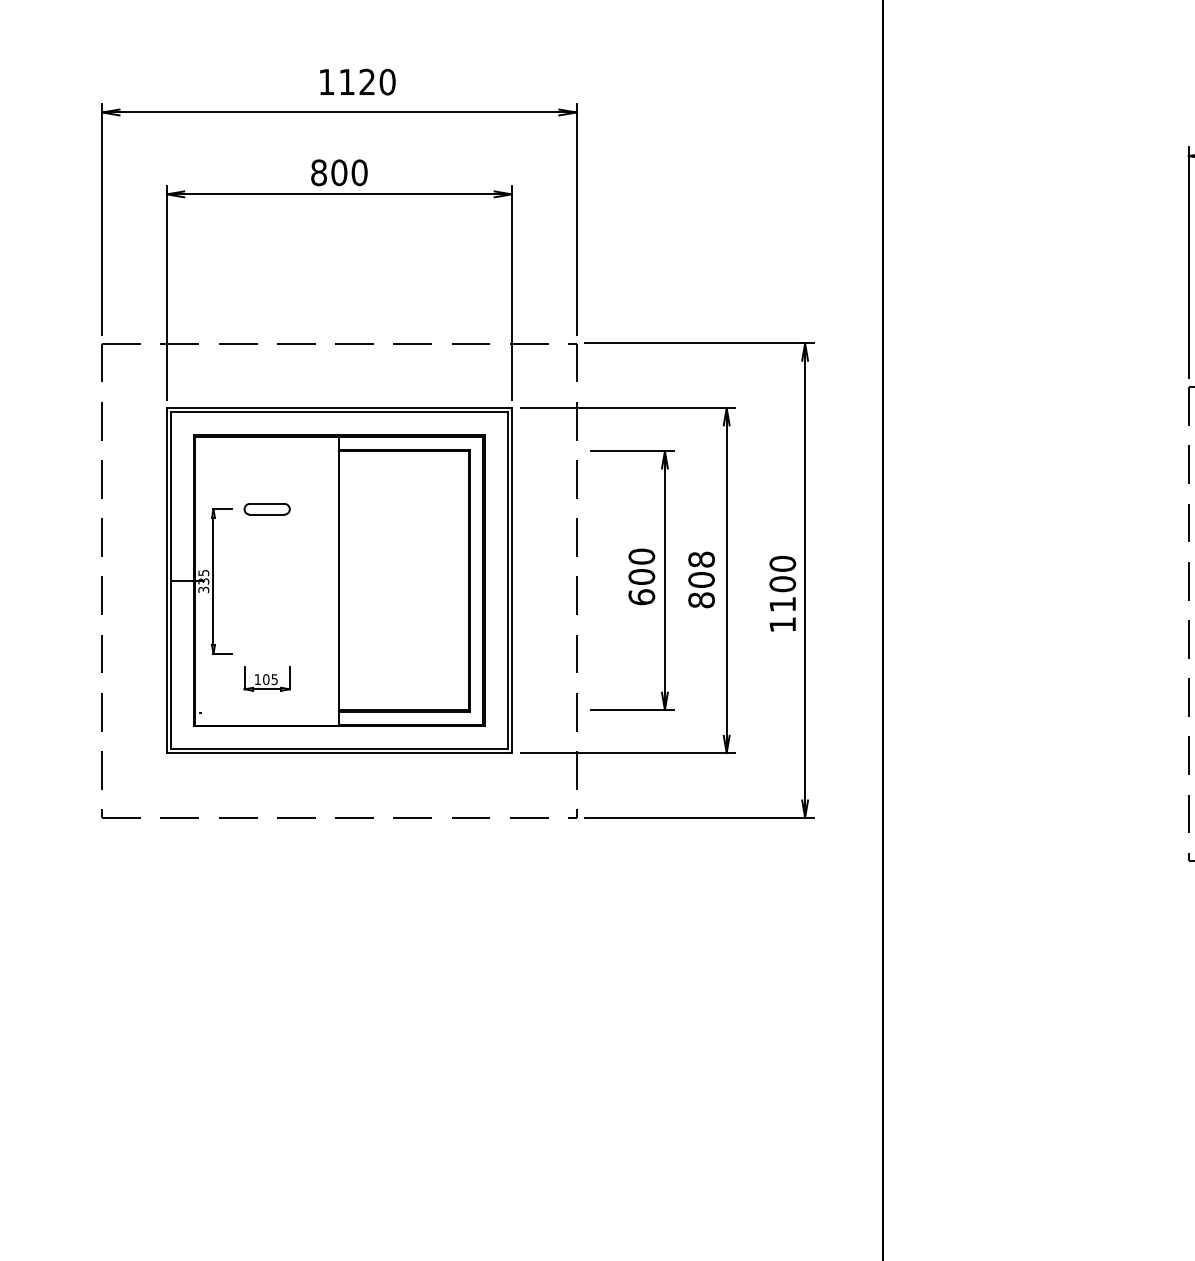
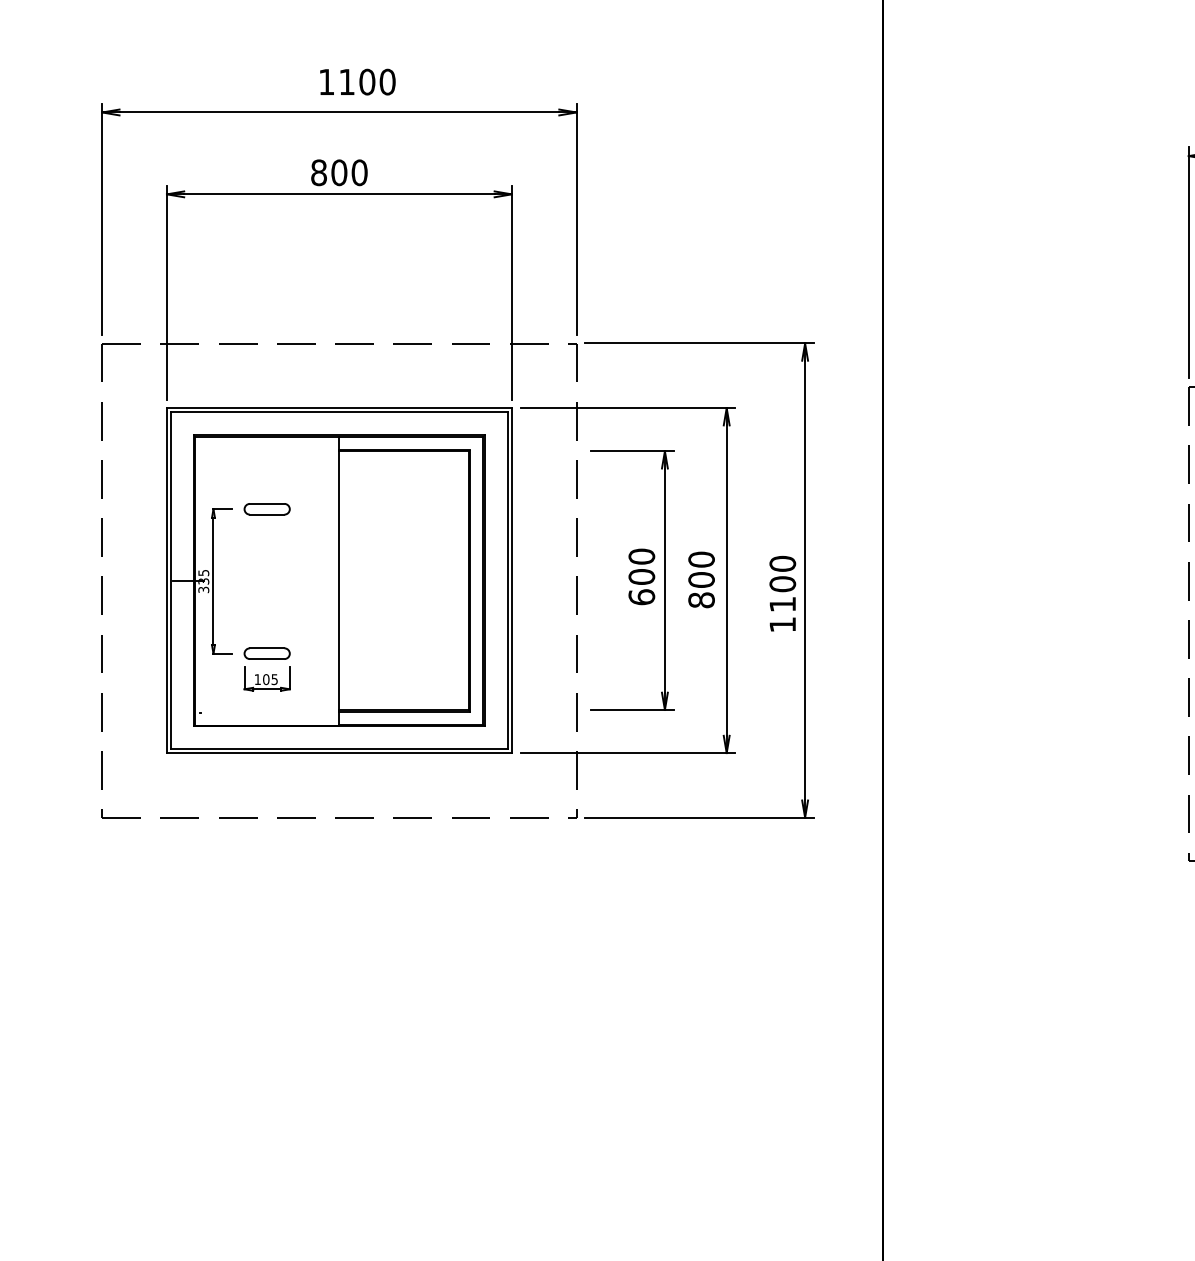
text at (367, 81): 1120 -> 1100
text at (701, 559): 808 -> 800
part at (266, 653): none -> present
